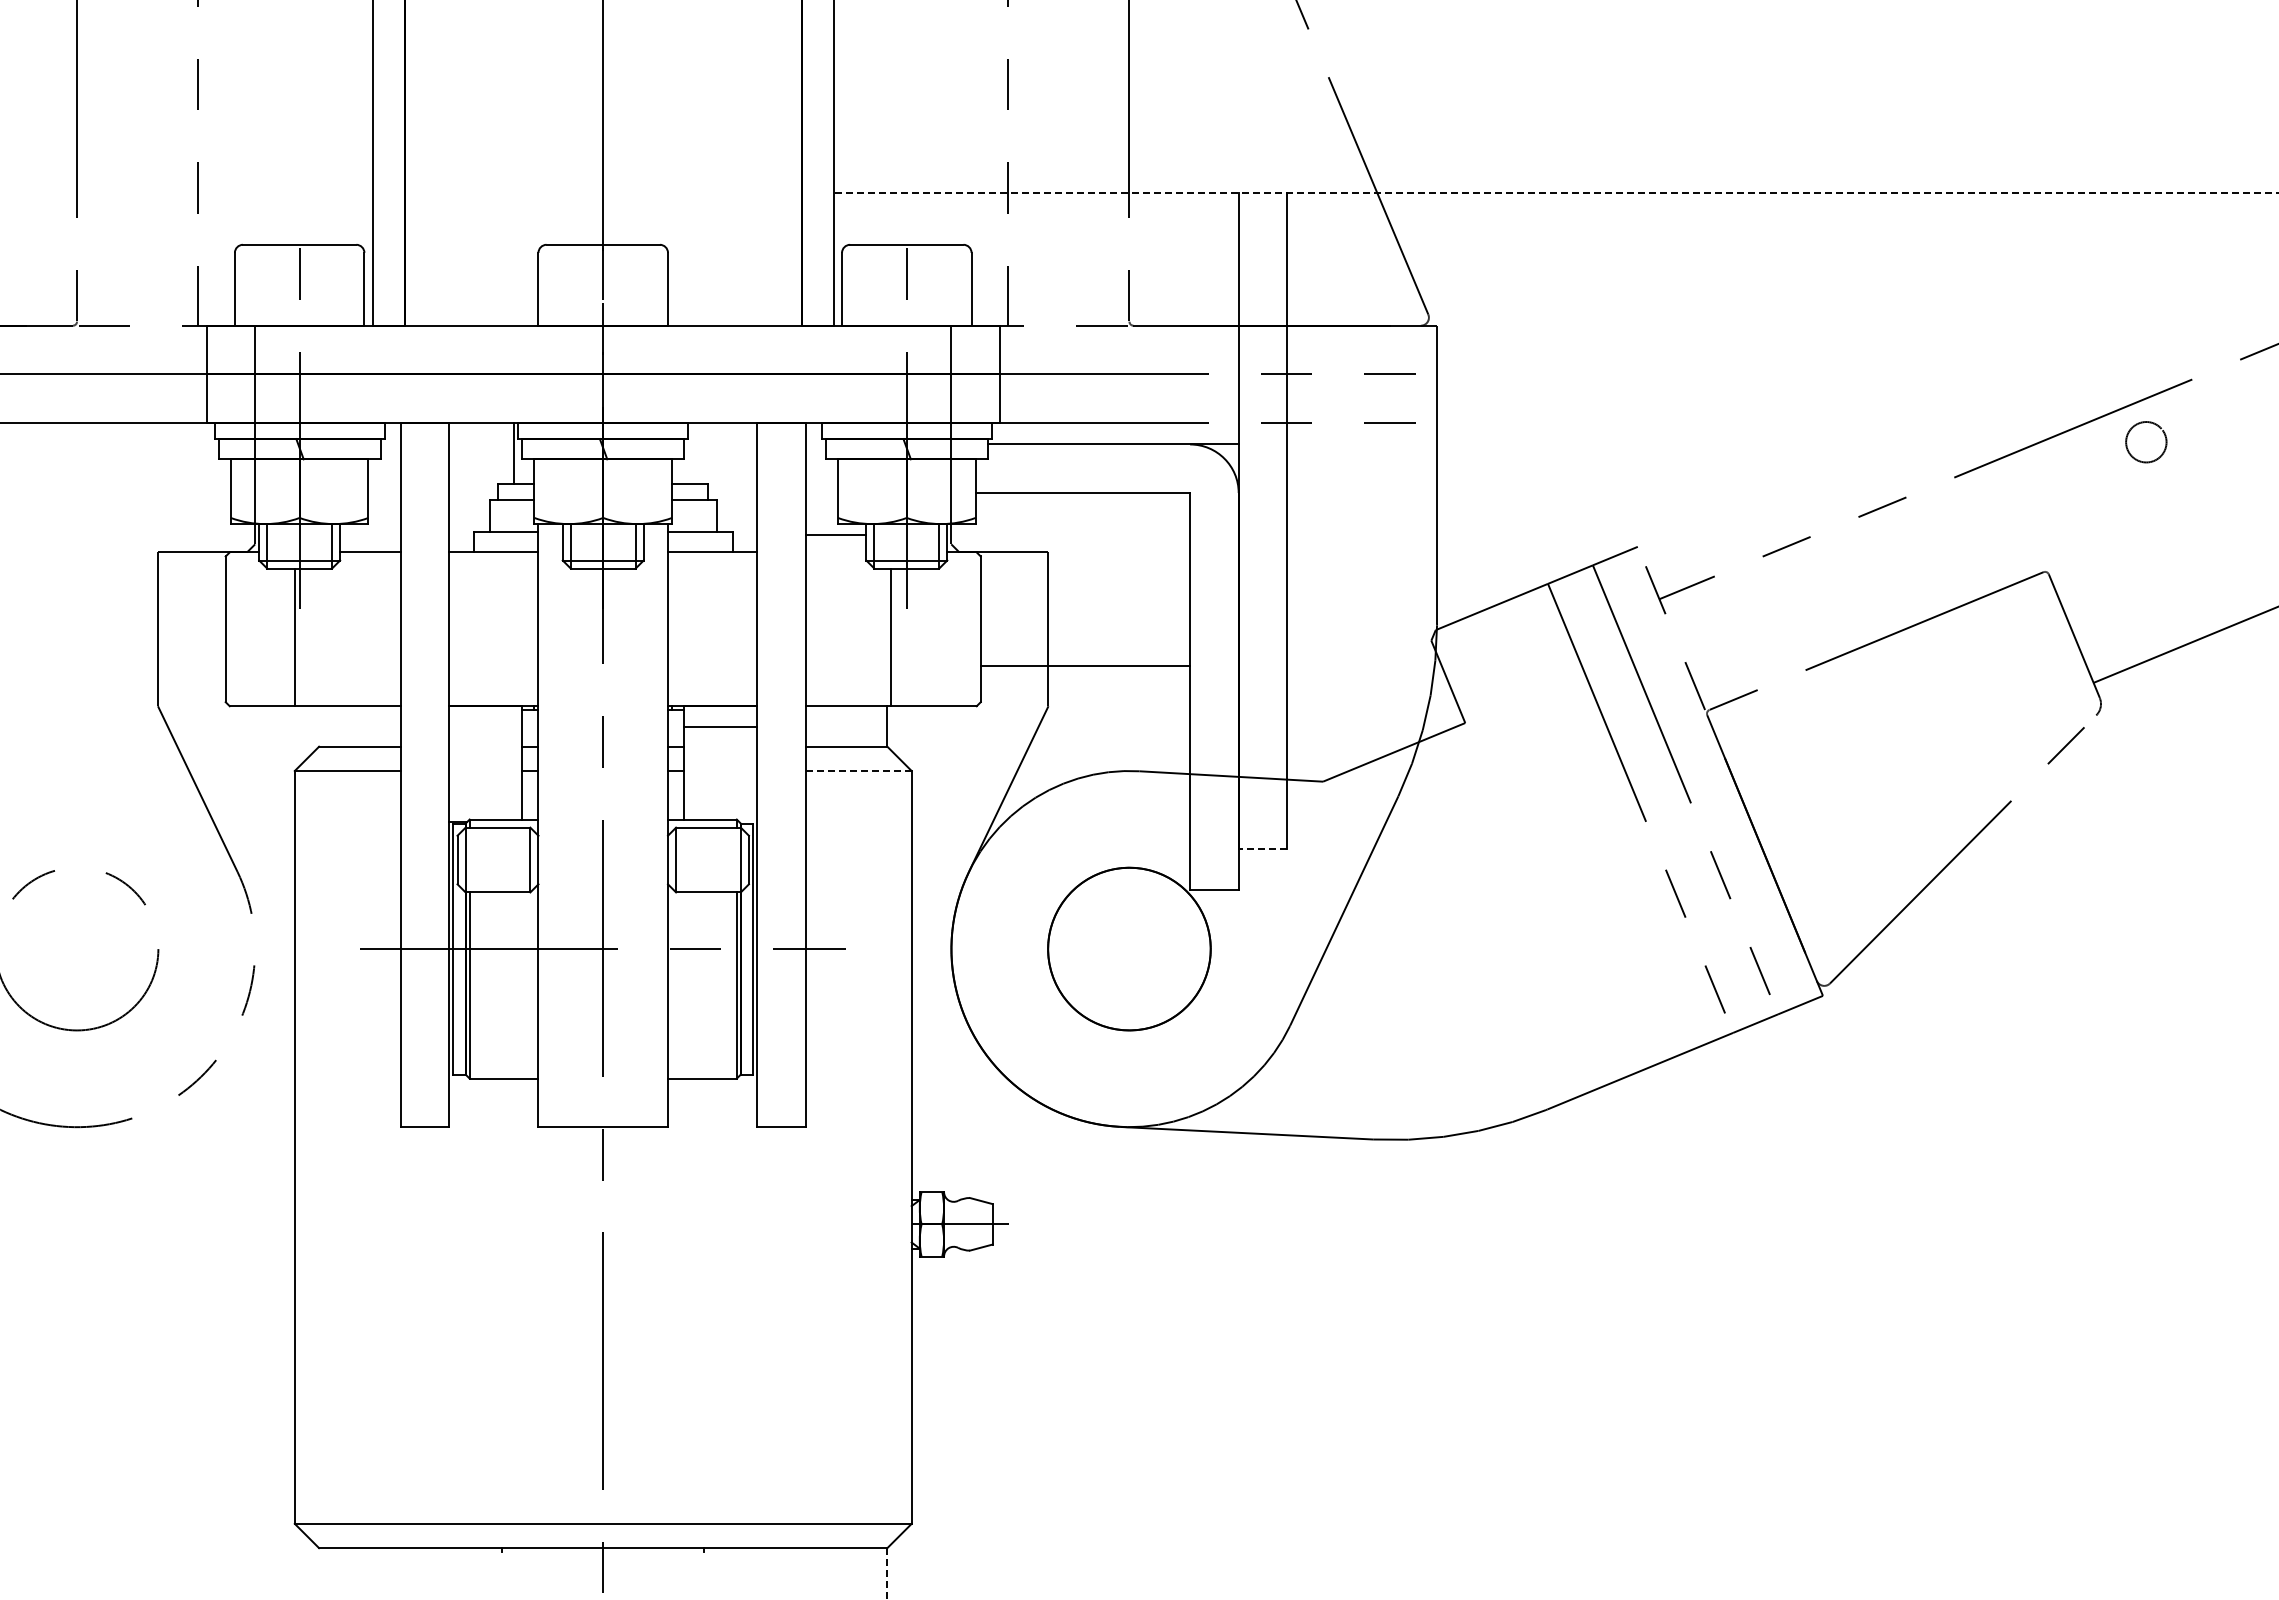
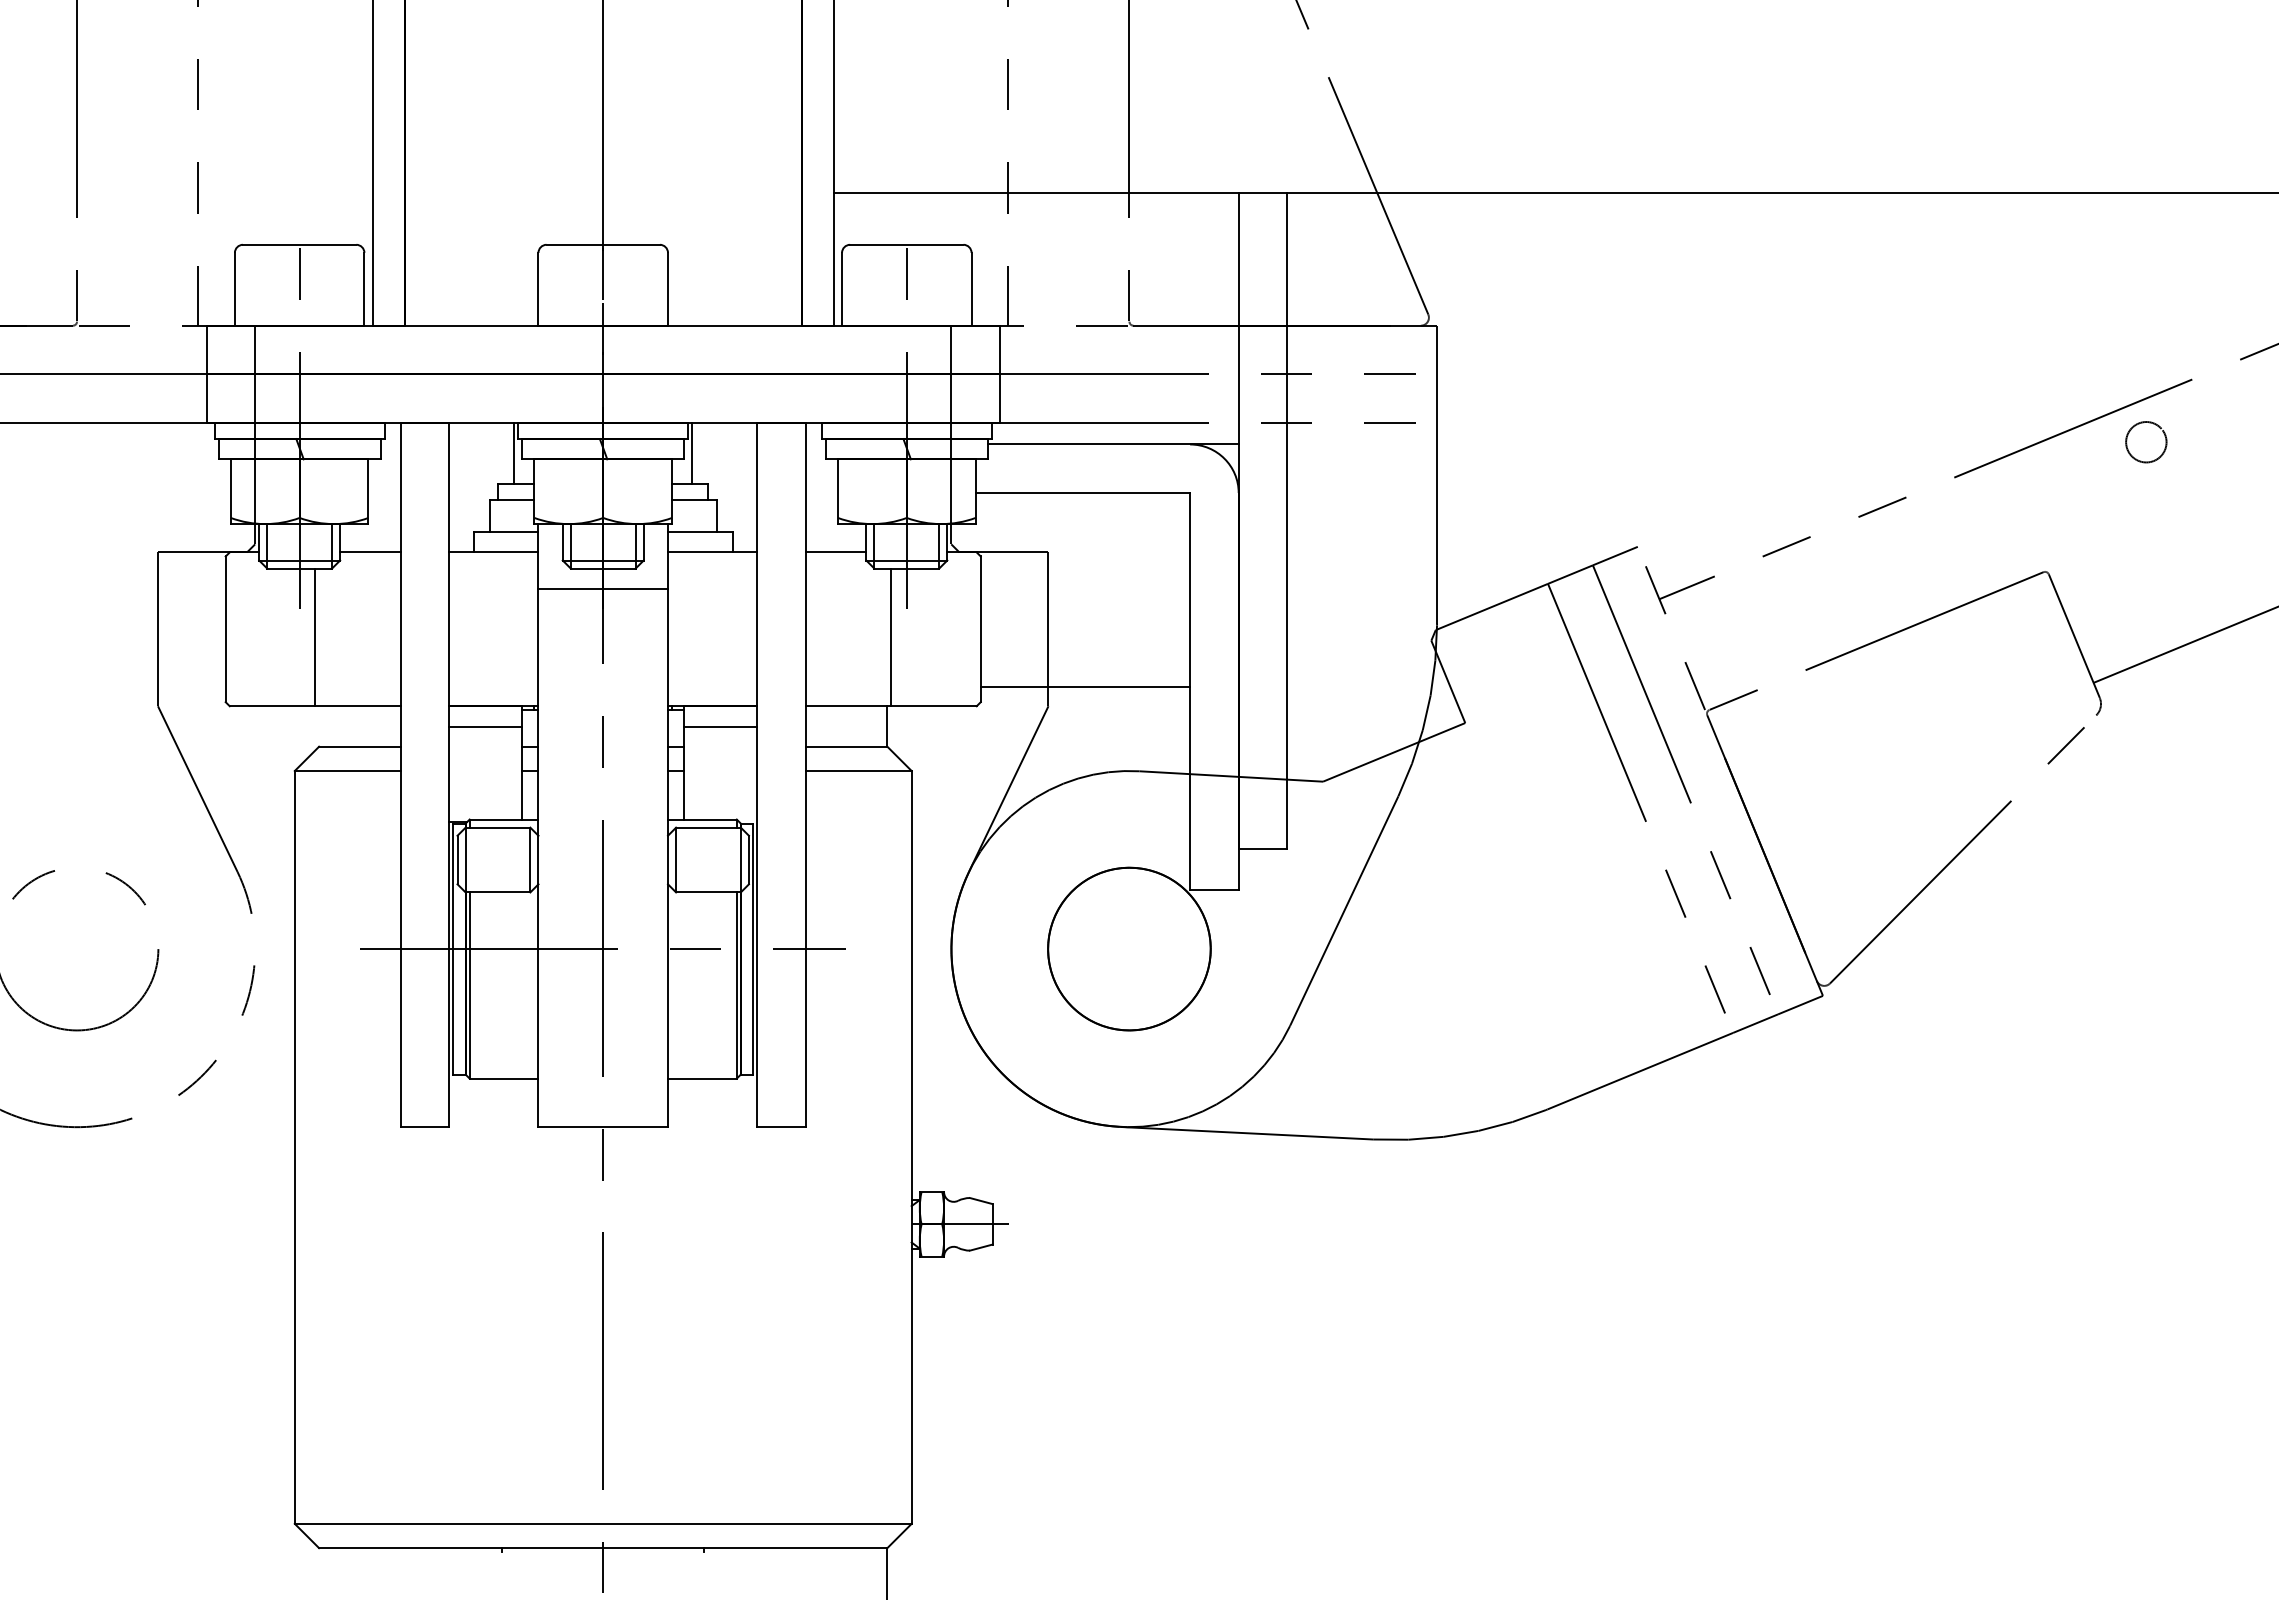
line at (1555, 193): dashed -> solid
line at (692, 452): none -> present
line at (835, 535) position: (835, 535) -> (835, 552)
line at (603, 588): none -> present
line at (295, 637) position: (295, 637) -> (315, 637)
line at (1085, 666) position: (1085, 666) -> (1085, 687)
line at (485, 727): none -> present
line at (859, 771): dashed -> solid
line at (1262, 849): dashed -> solid
line at (886, 1574): dashed -> solid
